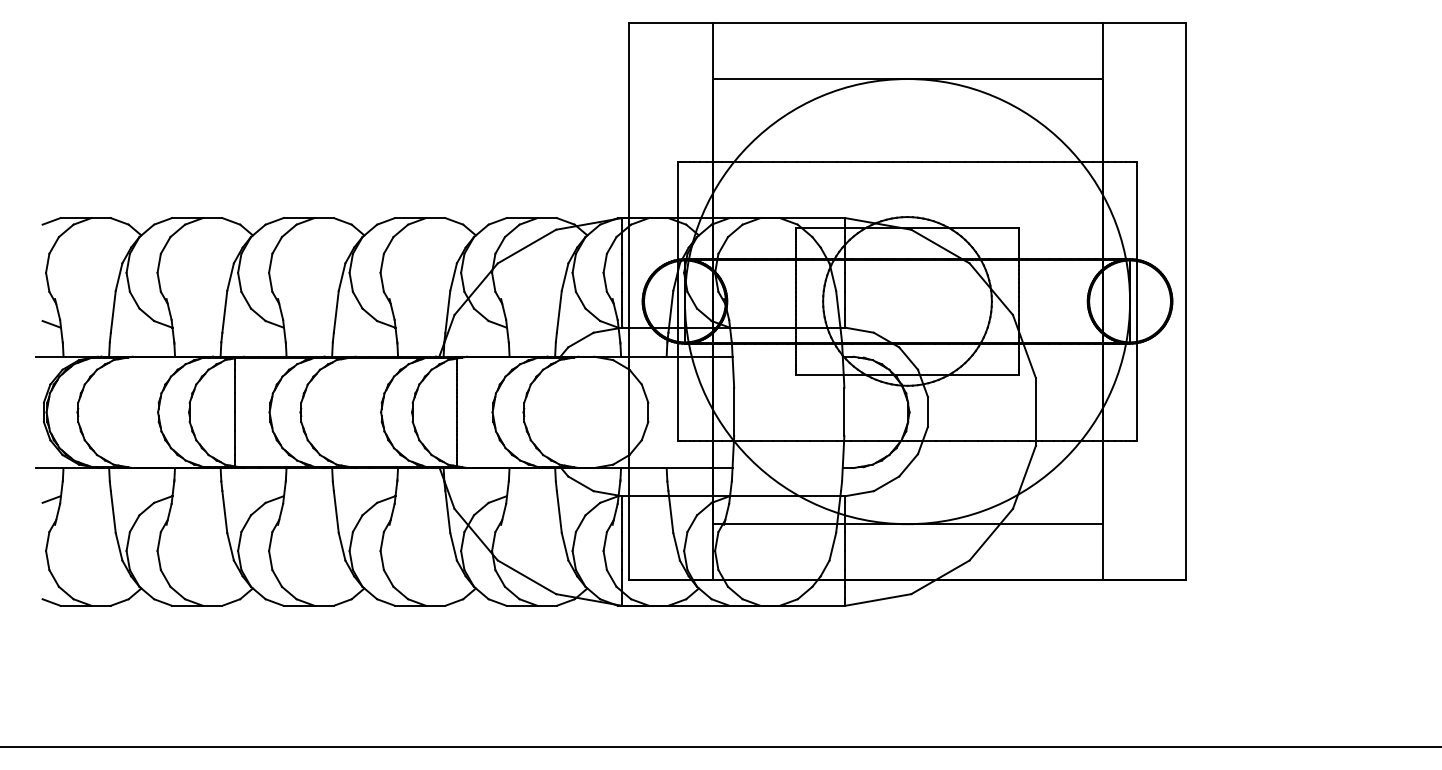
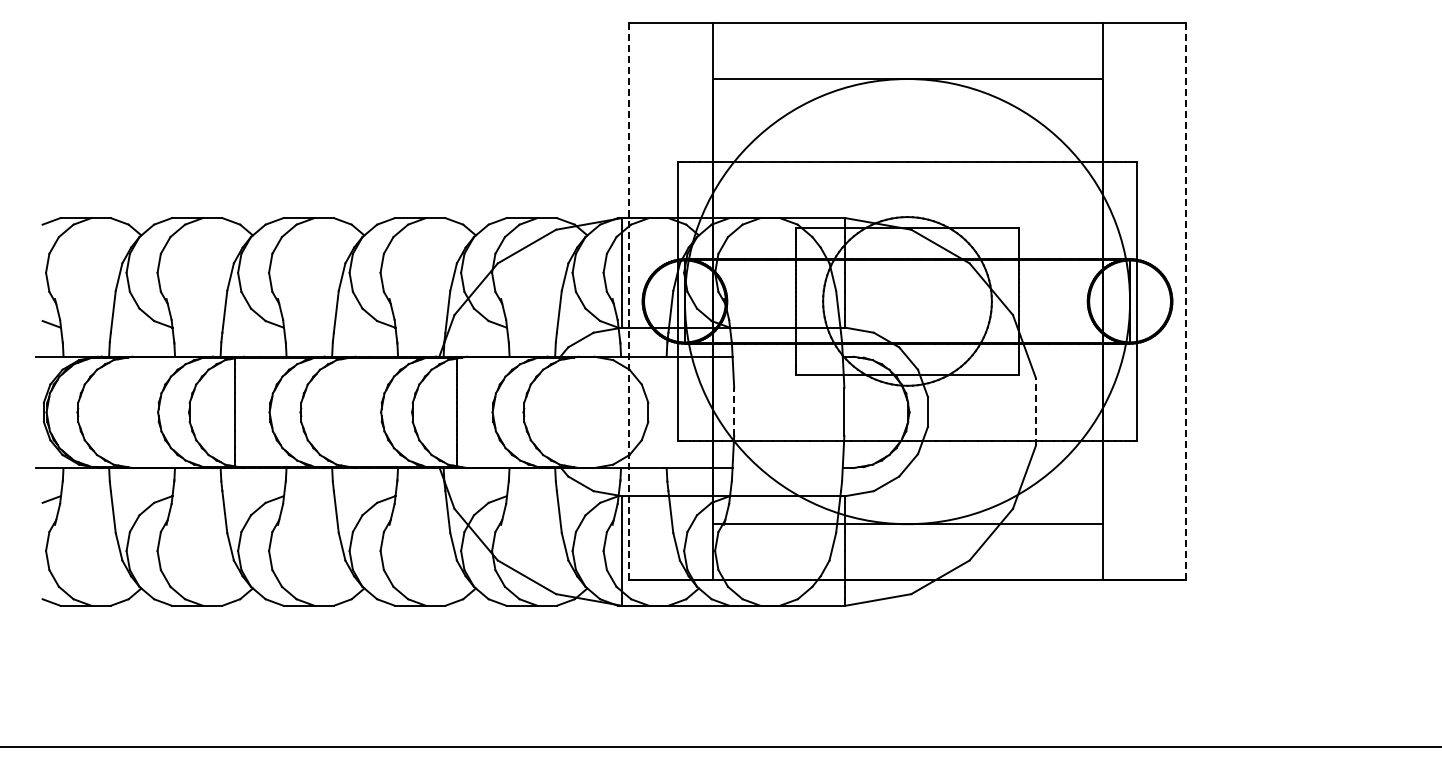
line at (629, 300): solid -> dashed
line at (1185, 300): solid -> dashed
line at (734, 411): solid -> dashed
line at (1035, 411): solid -> dashed
